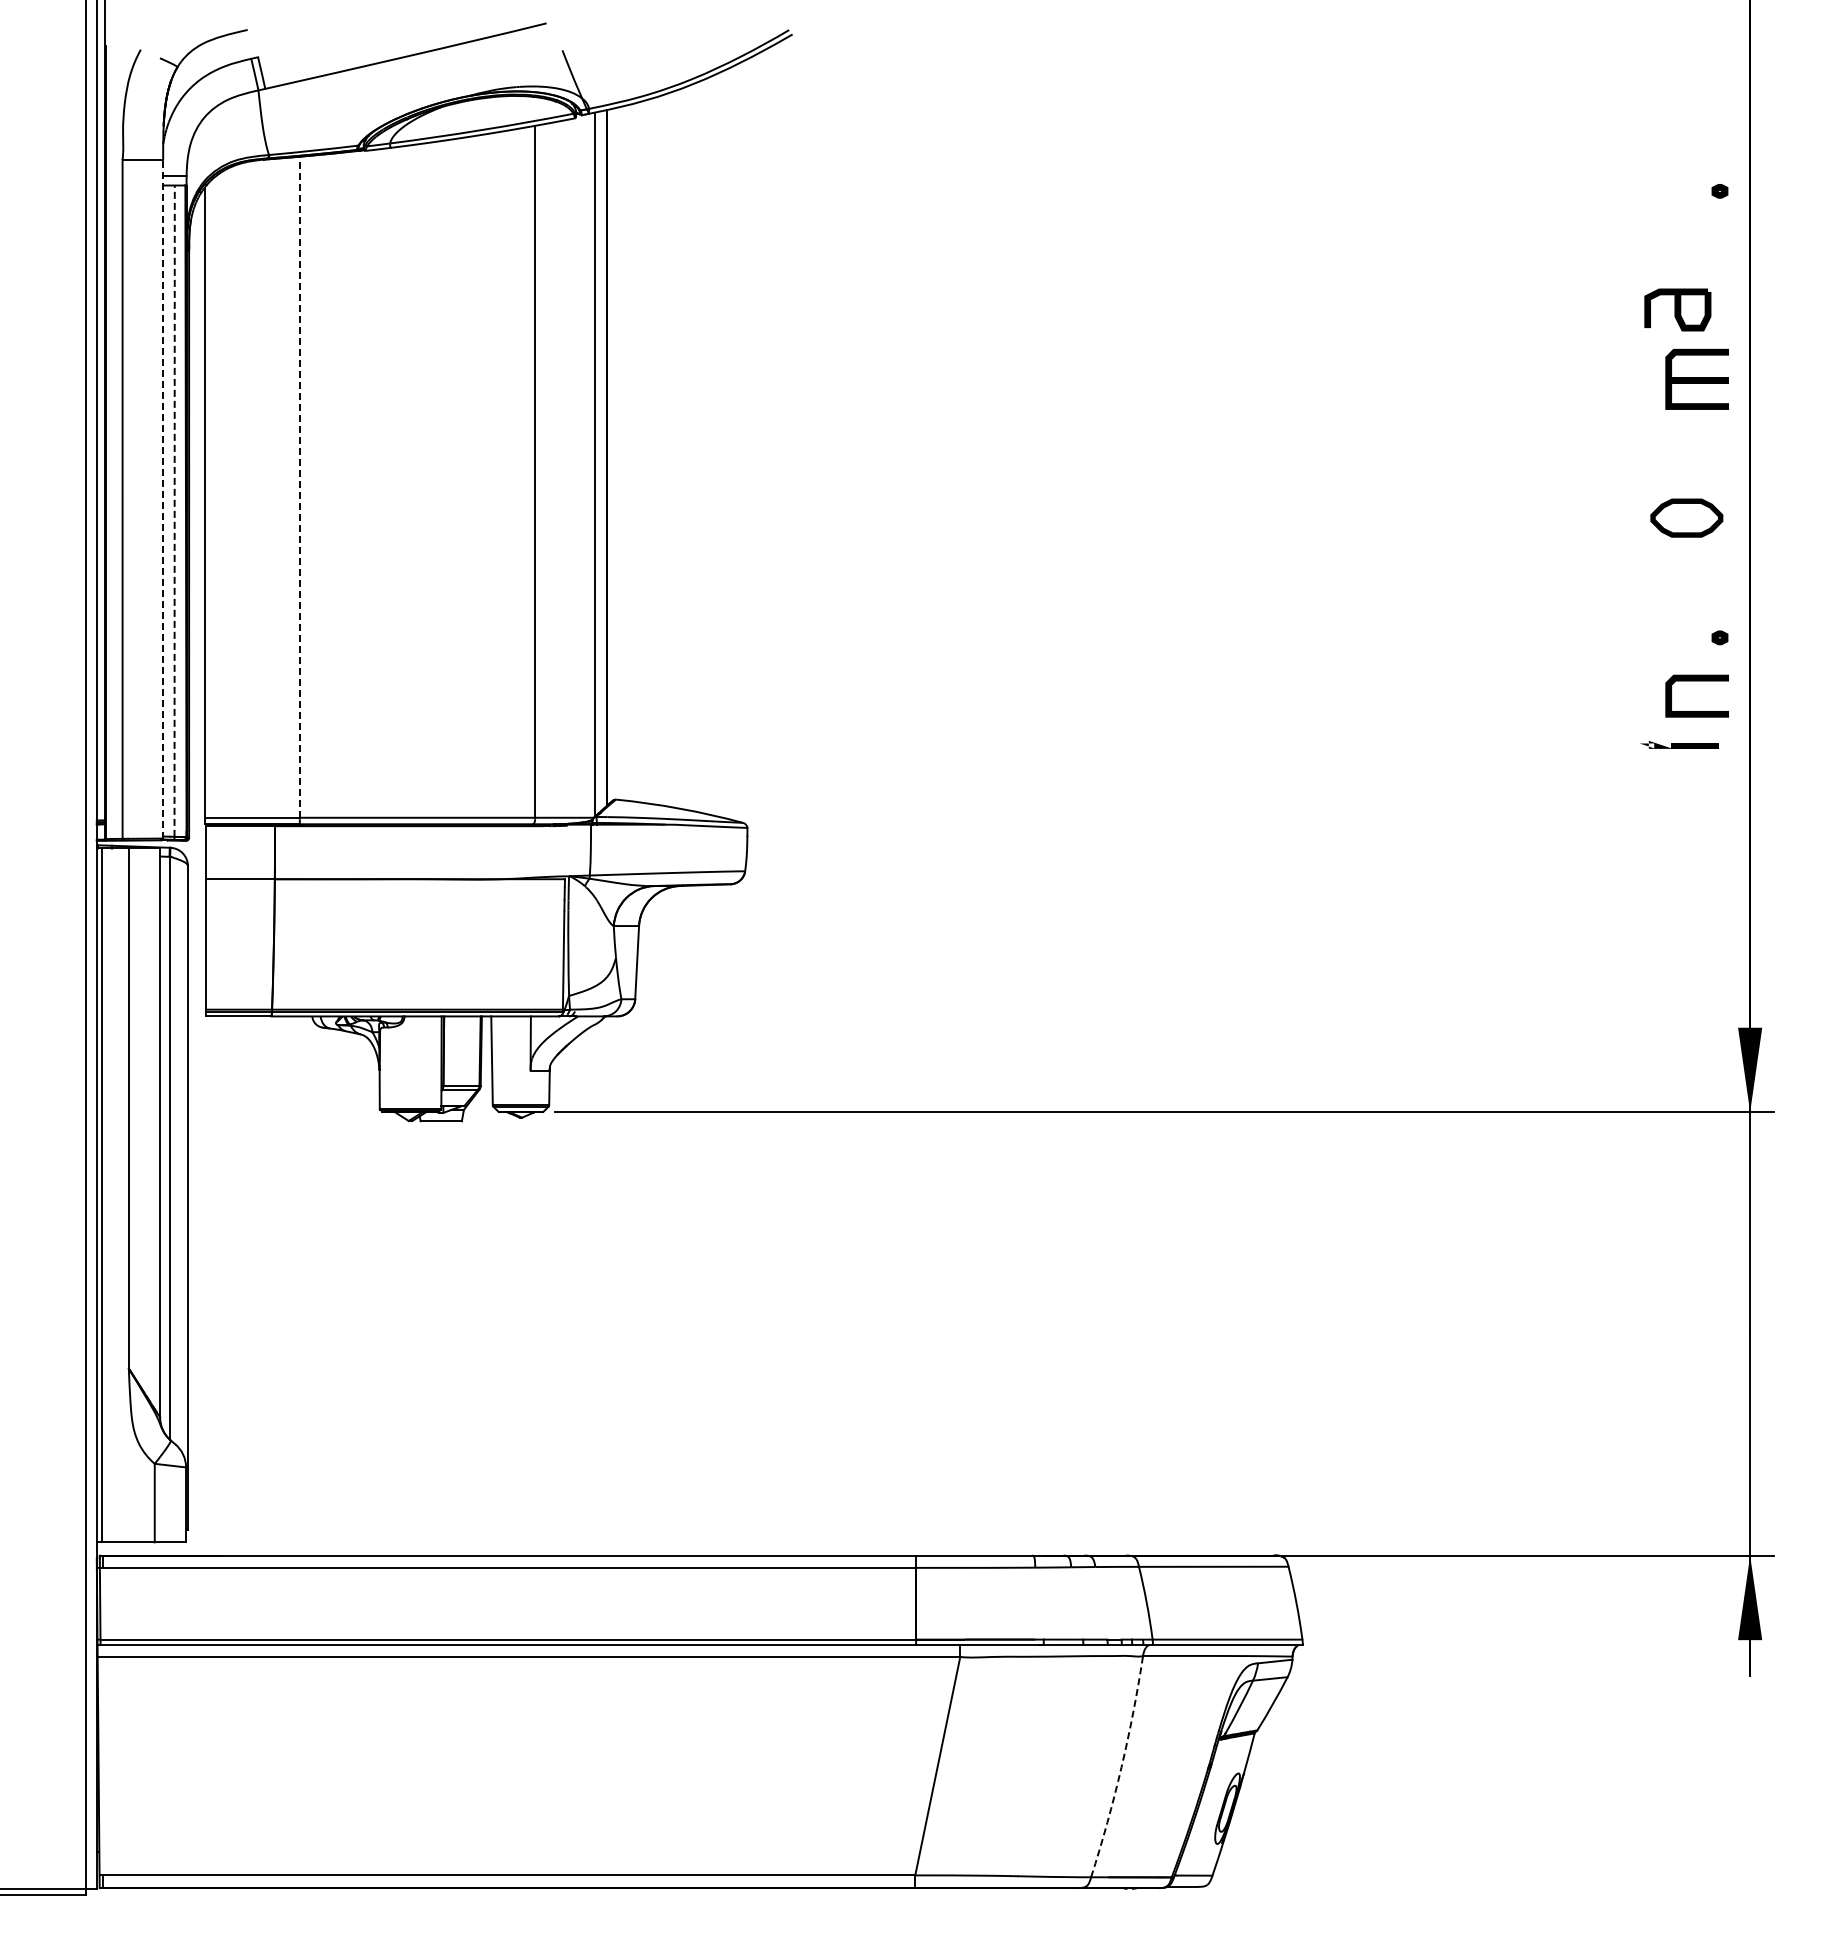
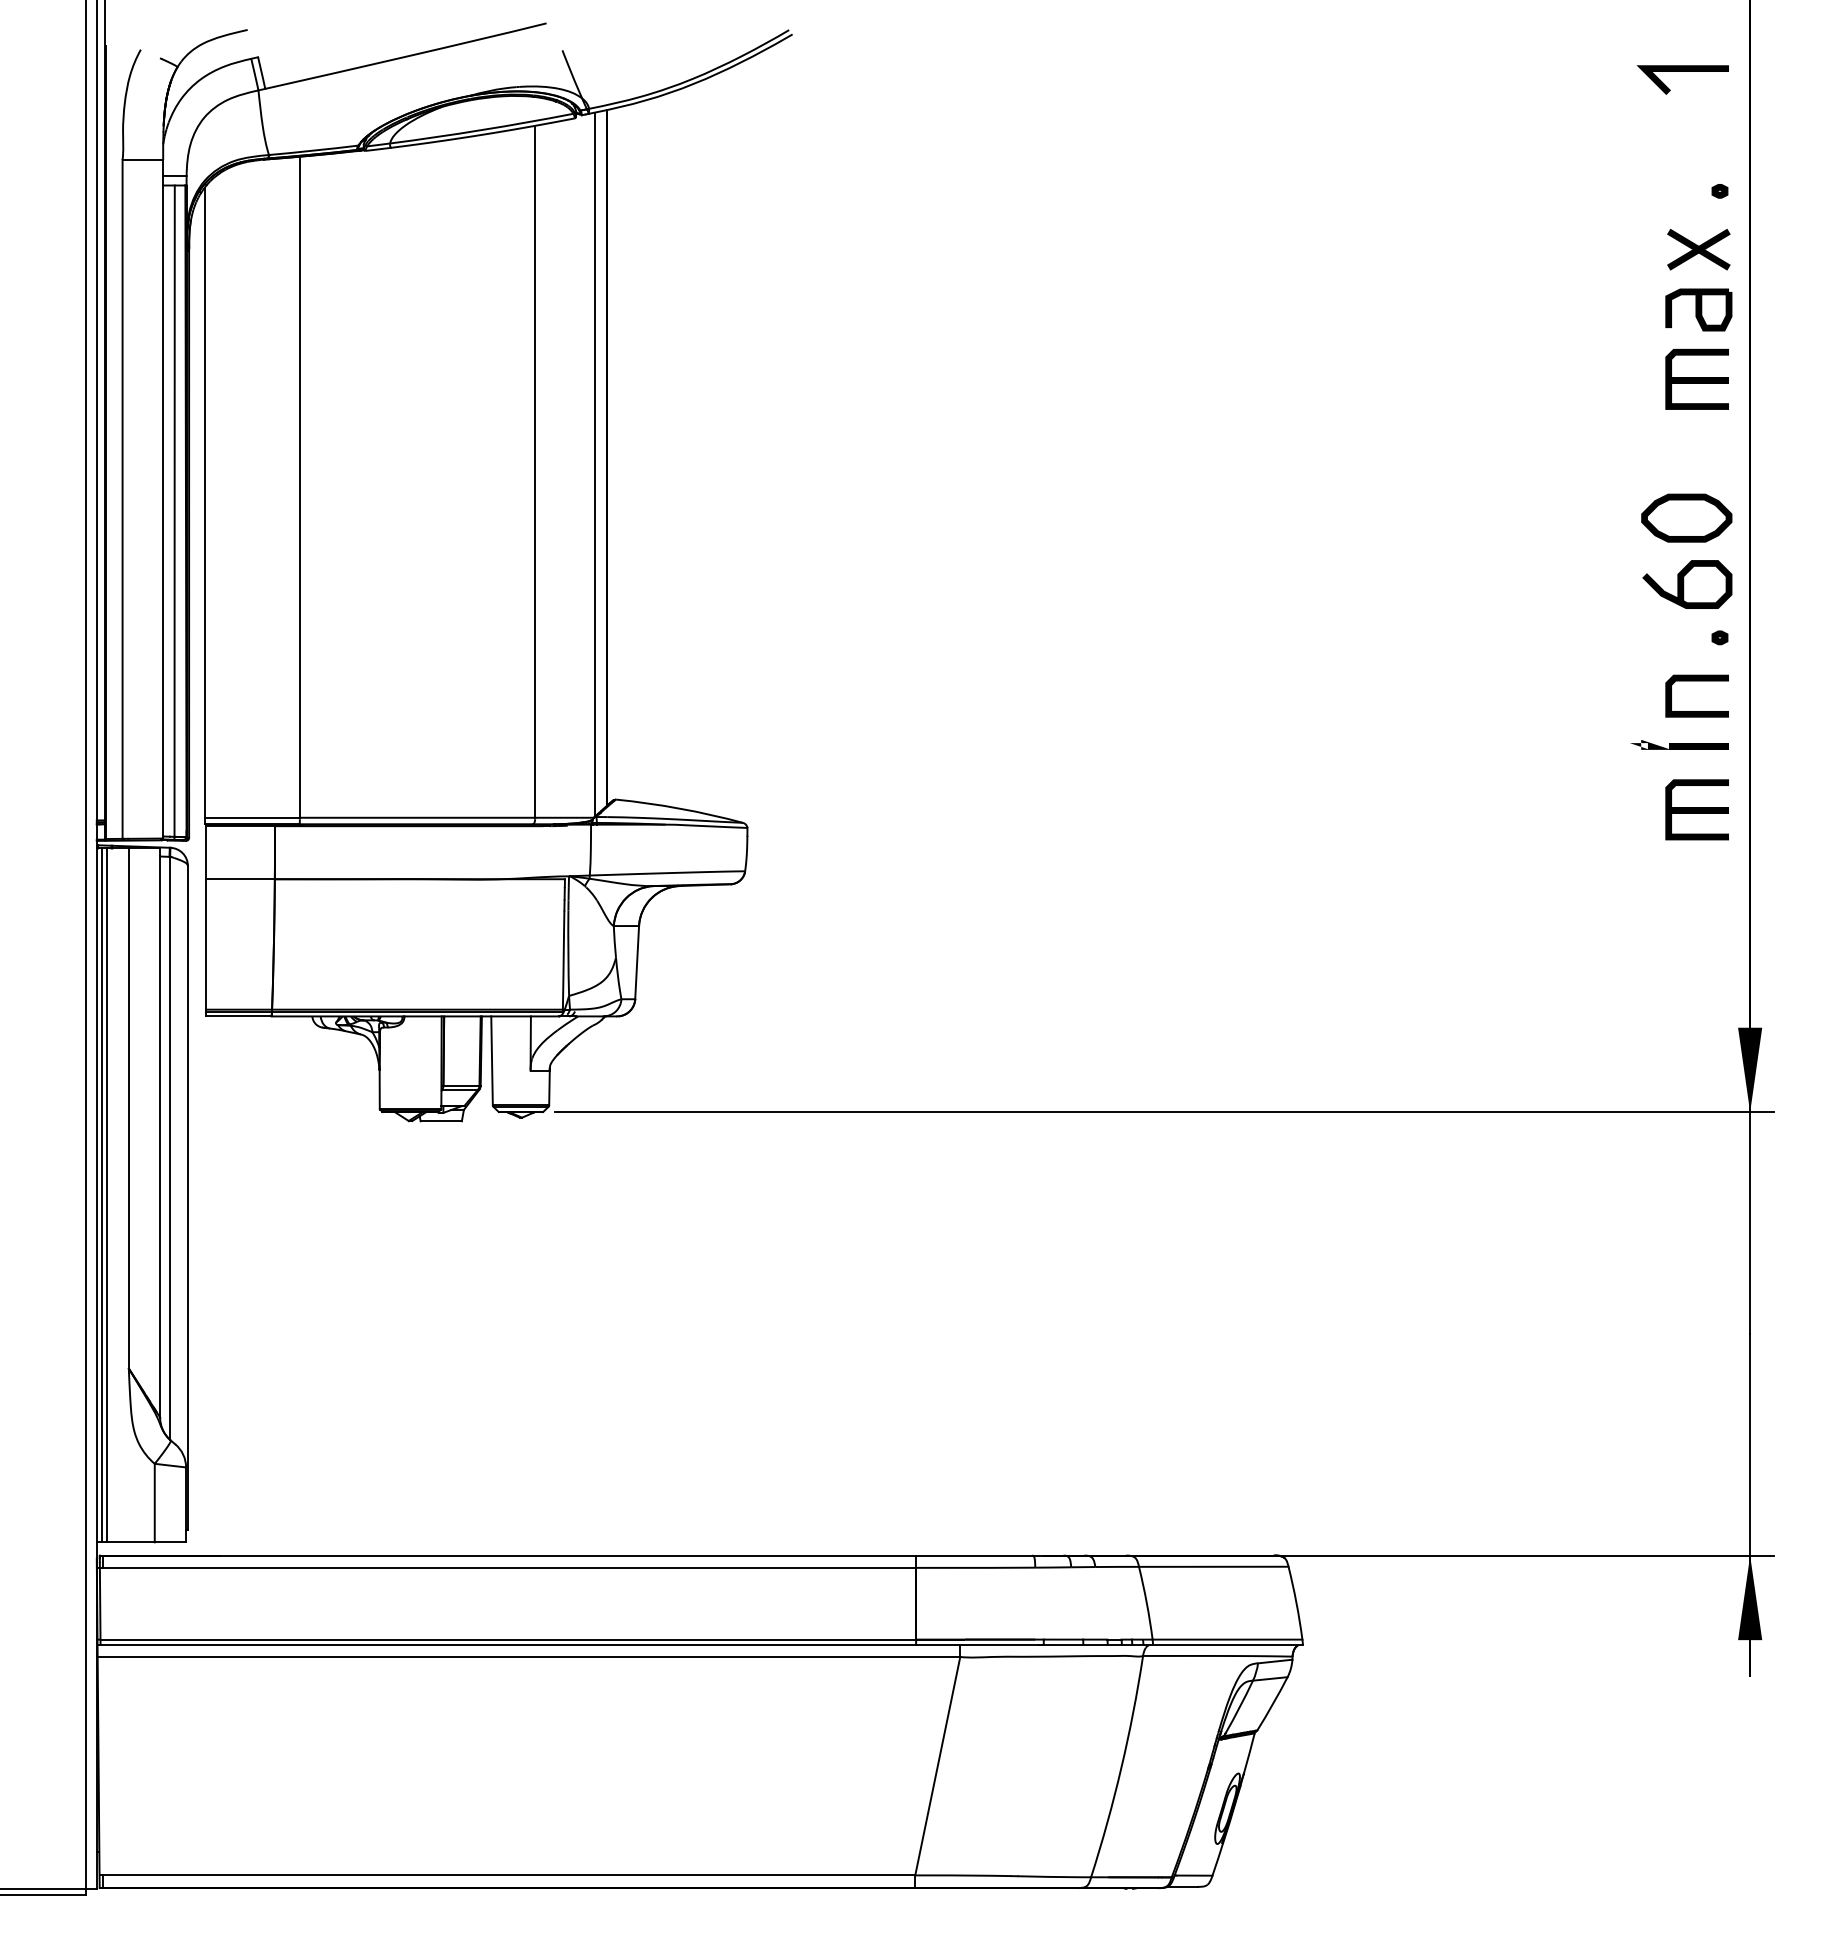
line at (1682, 71): none -> present
part at (1698, 249): none -> present
part at (1677, 309) position: (1677, 309) -> (1698, 309)
line at (299, 487): dashed -> solid
line at (163, 498): dashed -> solid
line at (174, 511): dashed -> solid
part at (1686, 517) size: 74x40 px -> 92x50 px
curve at (1684, 584): none -> present
part at (1679, 744) size: 79x8 px -> 99x10 px
part at (1696, 809): none -> present
line at (106, 1195): none -> present
arc at (1121, 1767): dashed -> solid
